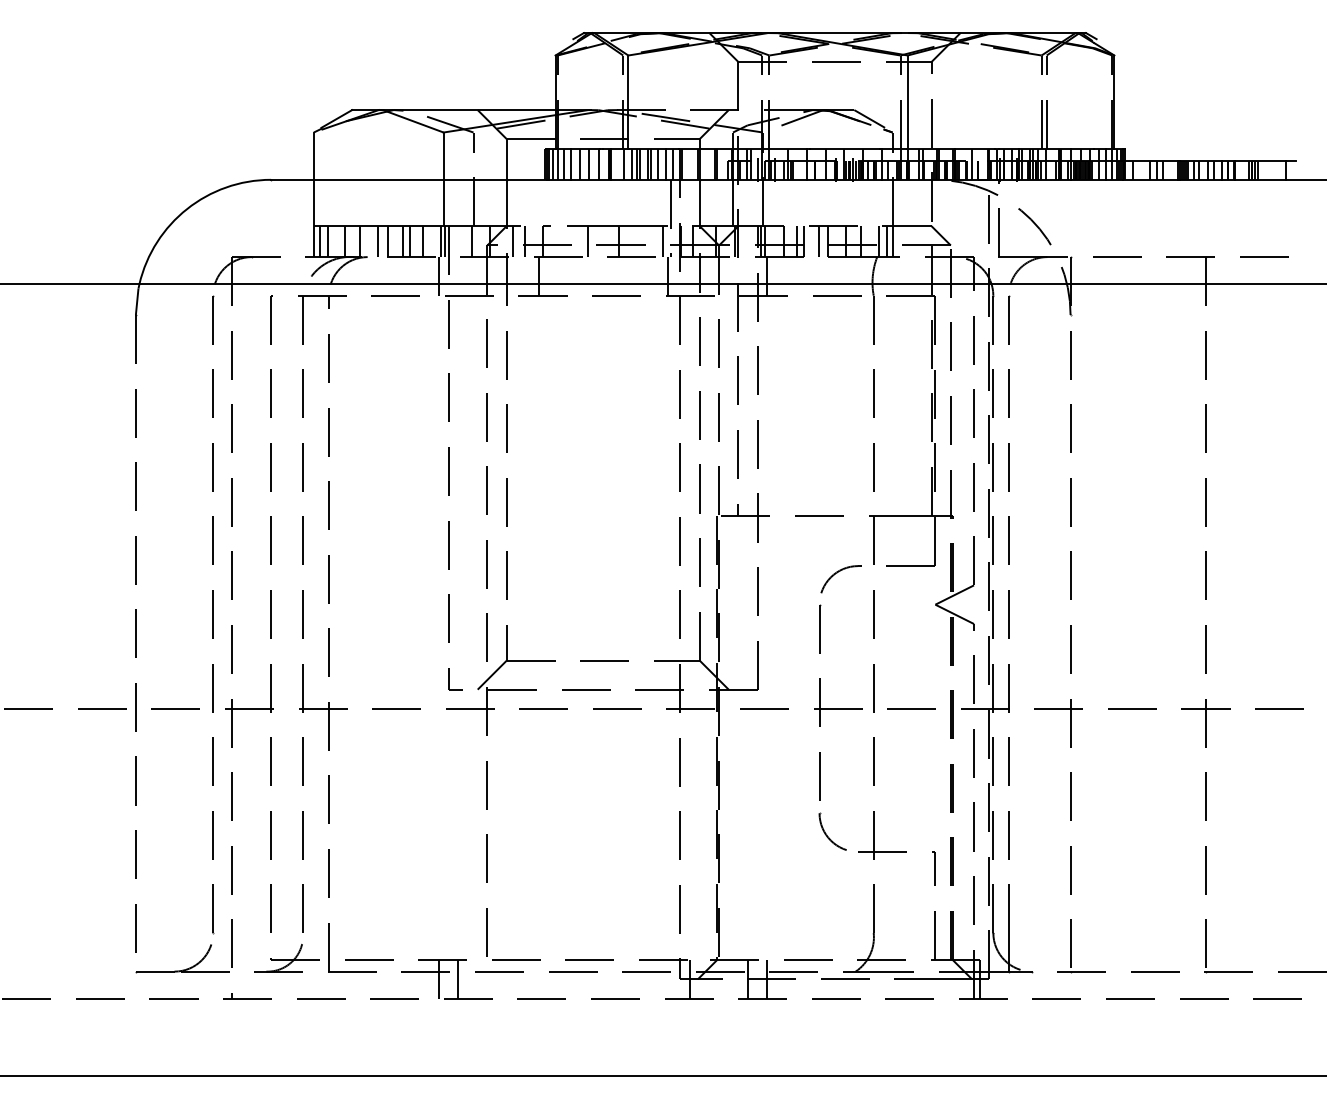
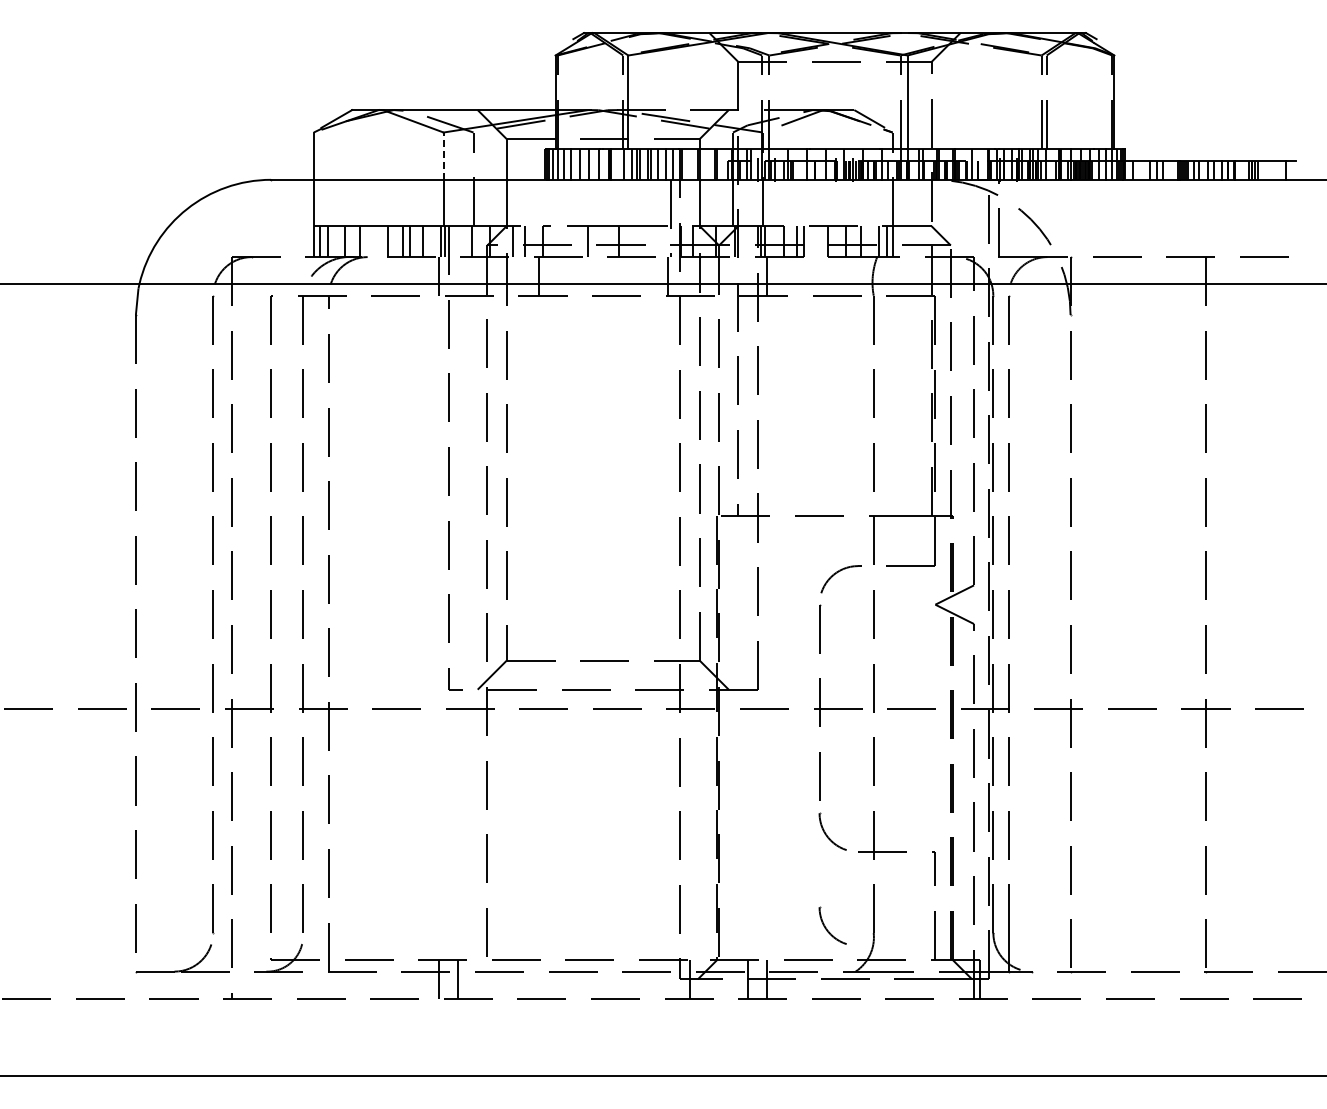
line at (443, 156): solid -> dashed
line at (378, 241): present -> none
line at (663, 241): present -> none
line at (818, 241): present -> none
part at (832, 925): none -> present
